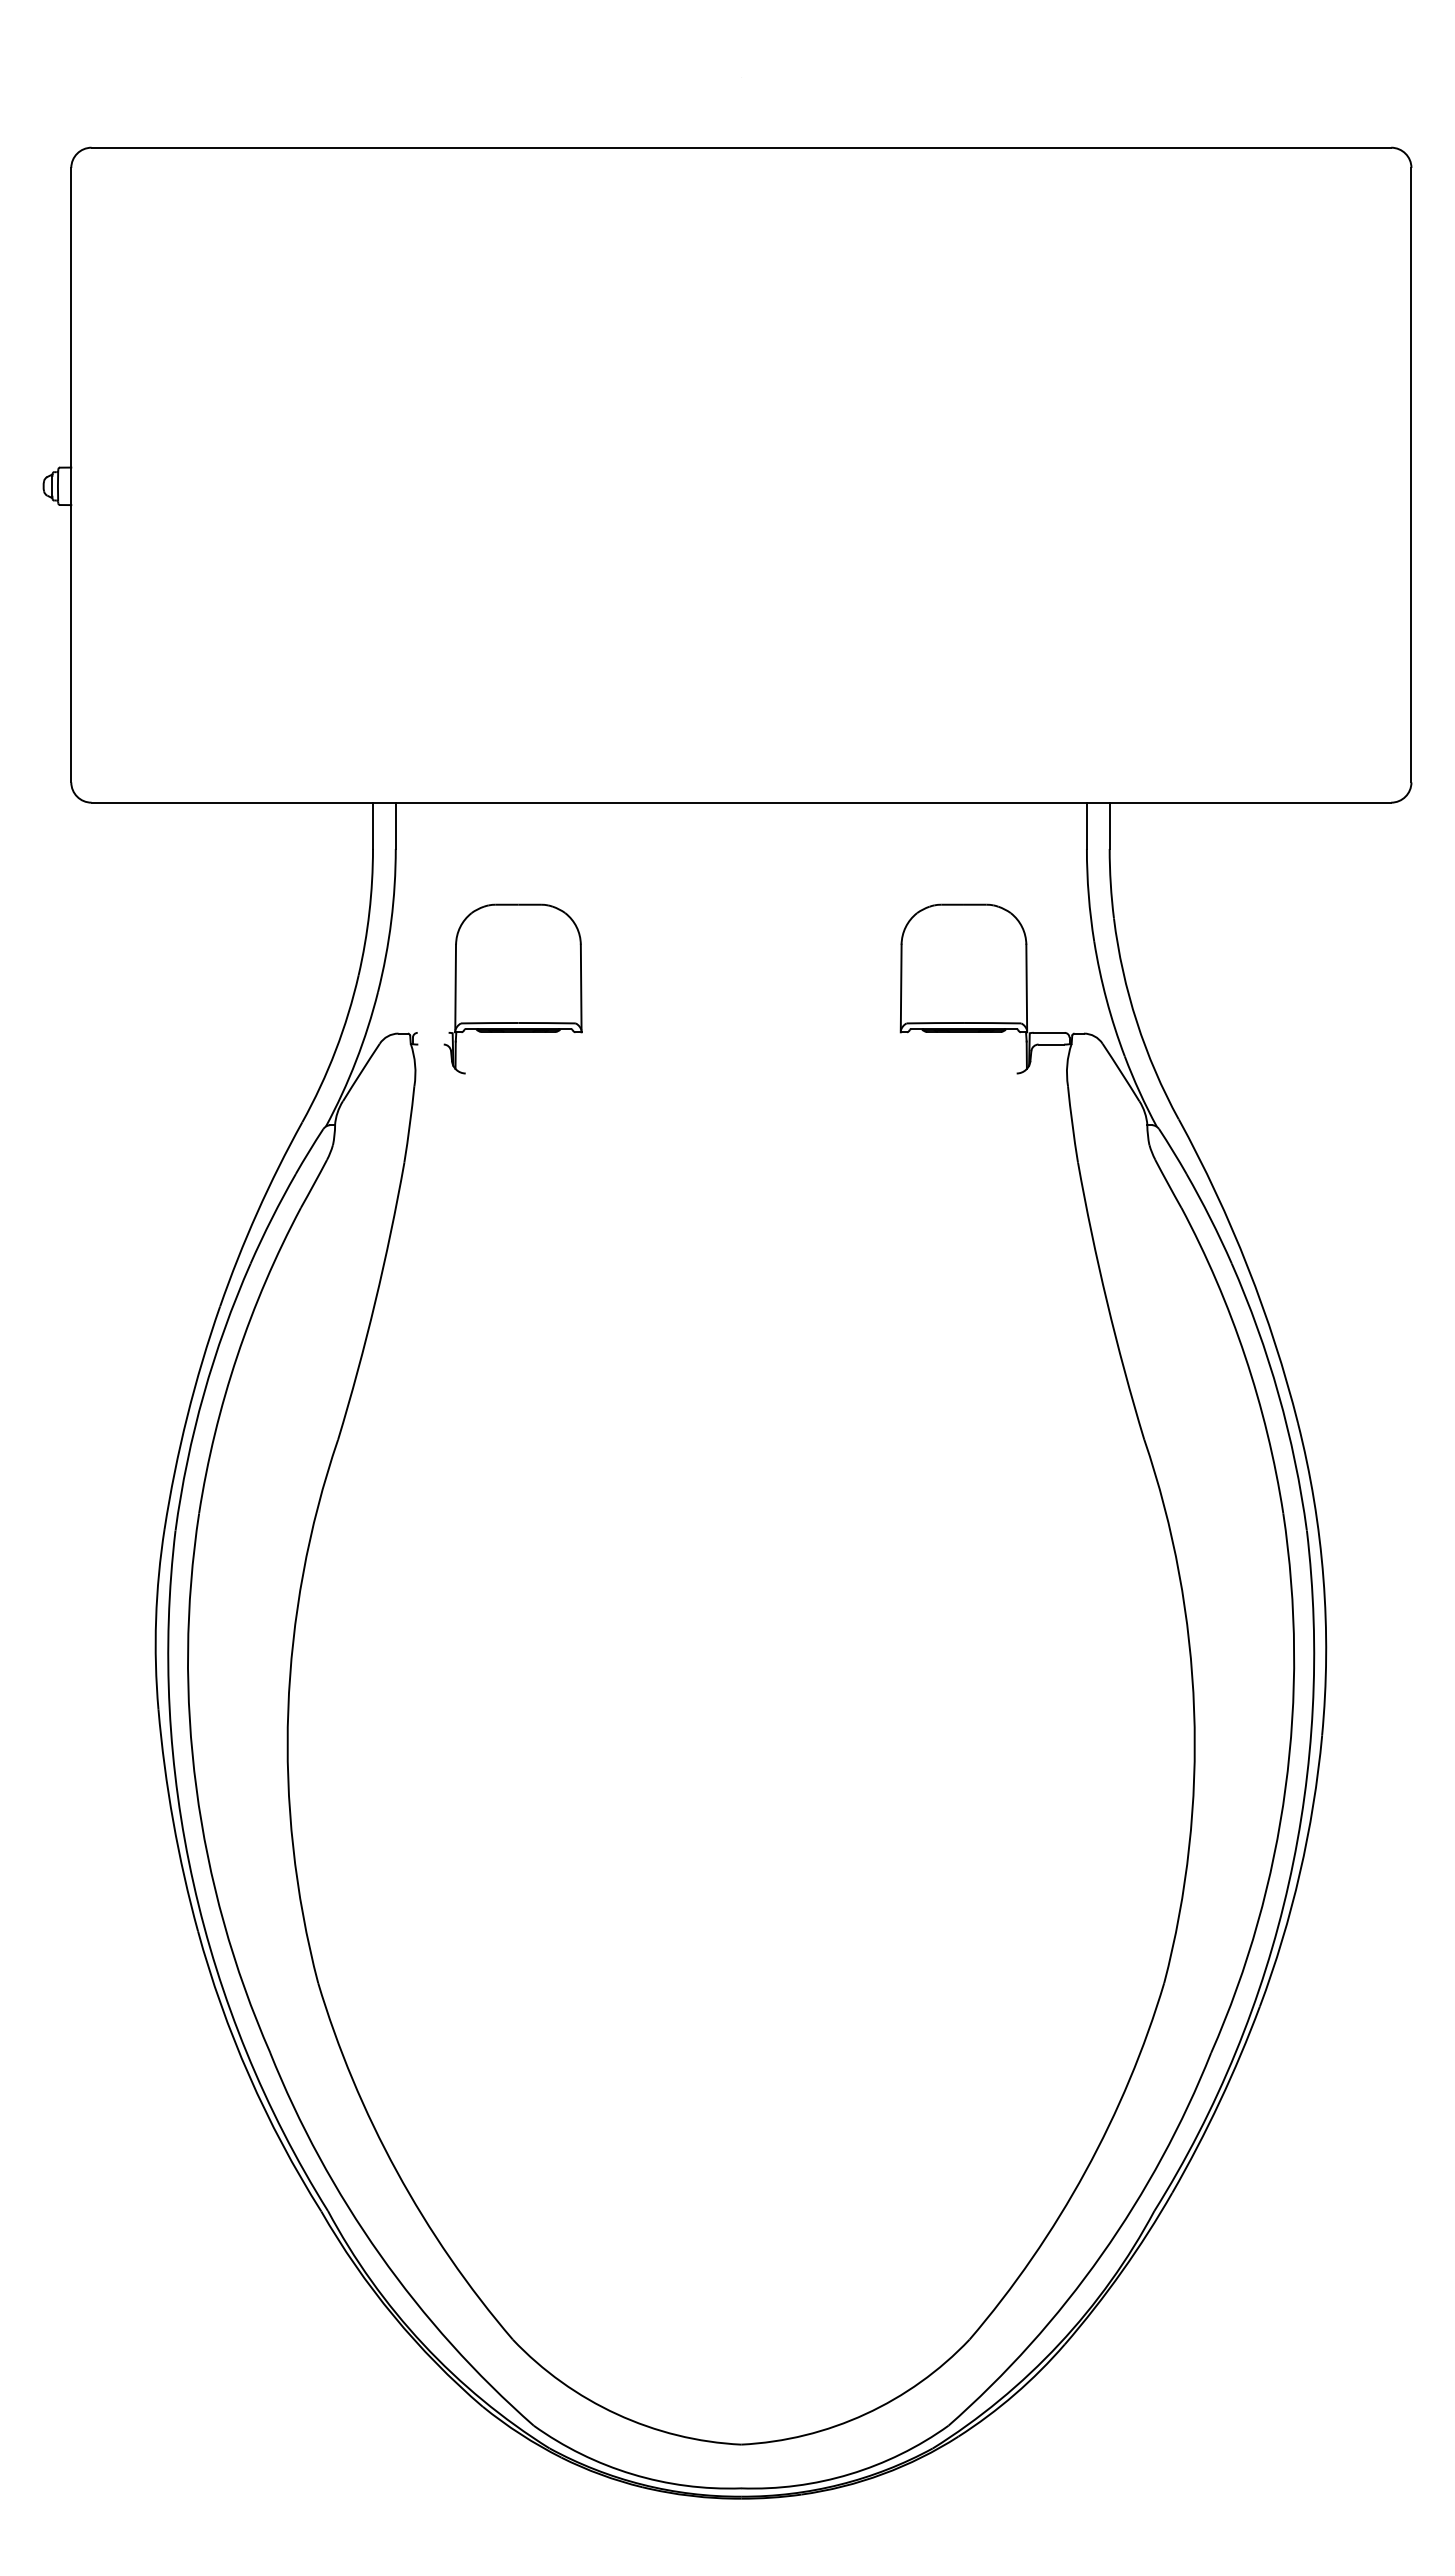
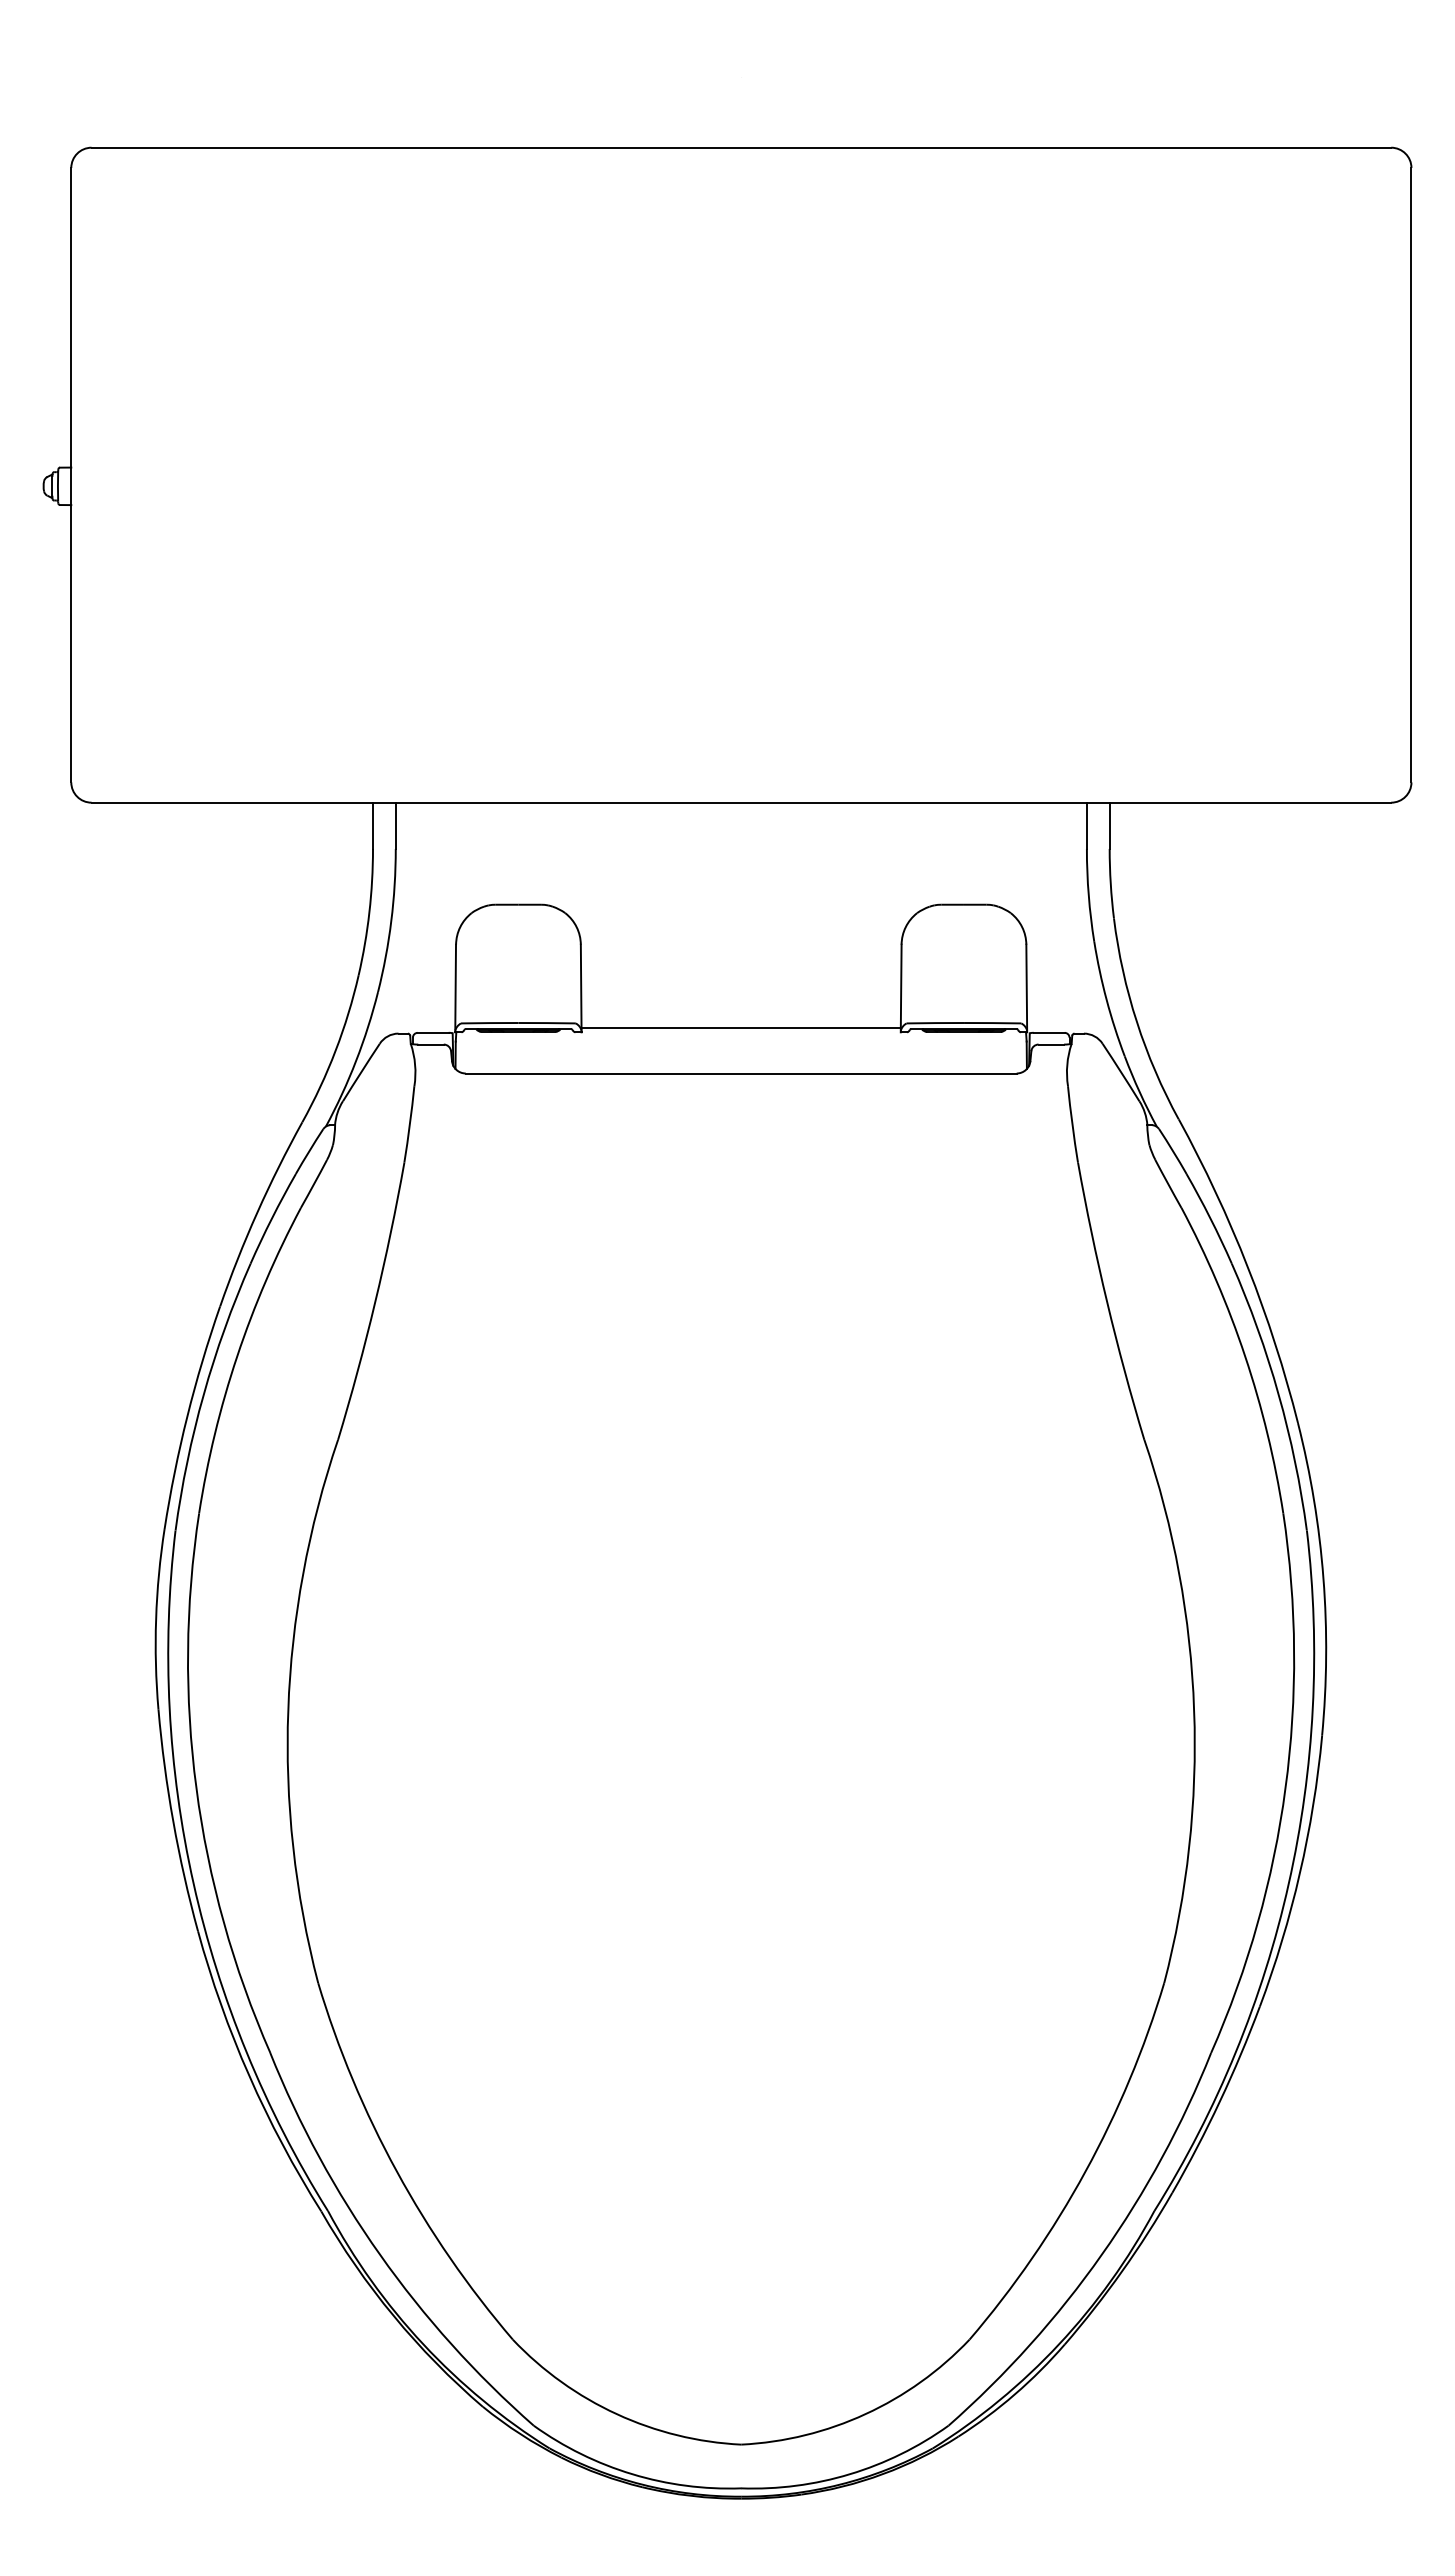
line at (740, 1027): none -> present
line at (432, 1032): none -> present
line at (430, 1044): none -> present
line at (740, 1073): none -> present
